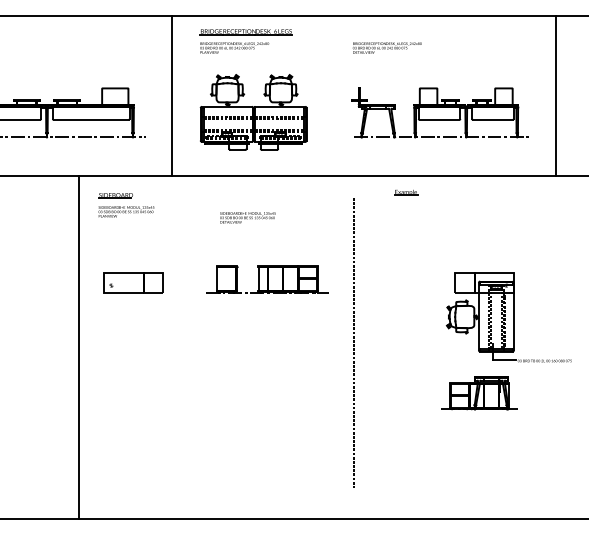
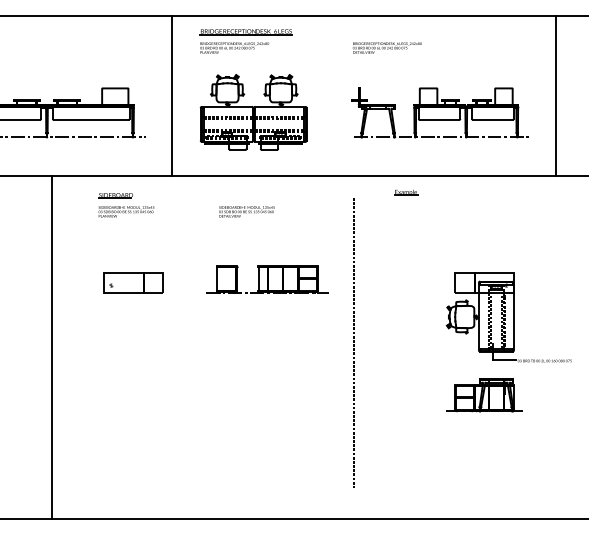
text at (247, 217) position: (247, 217) -> (246, 211)
line at (79, 347) position: (79, 347) -> (52, 347)
part at (479, 393) position: (479, 393) -> (484, 395)
